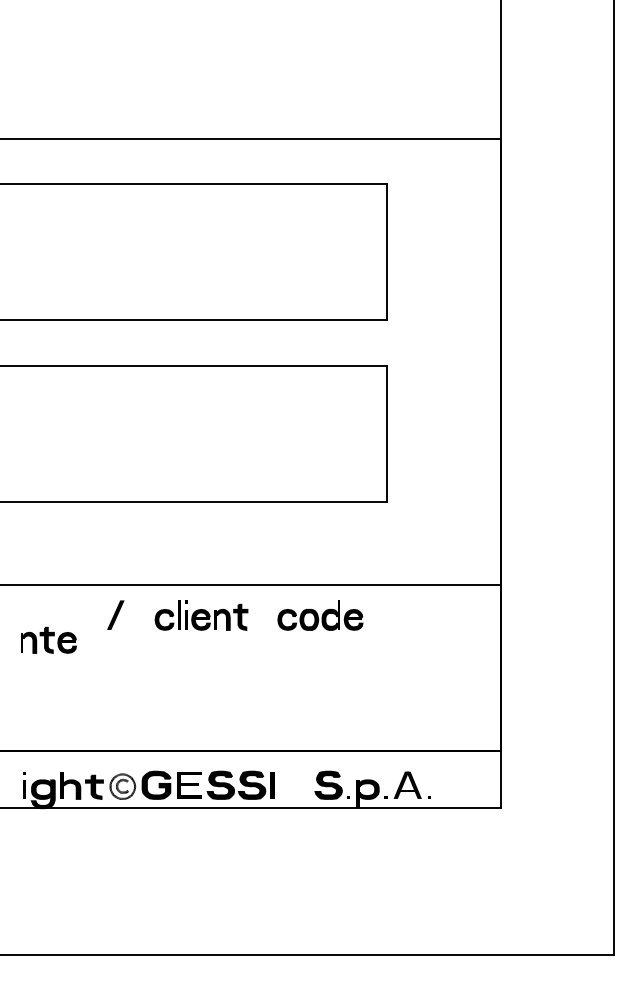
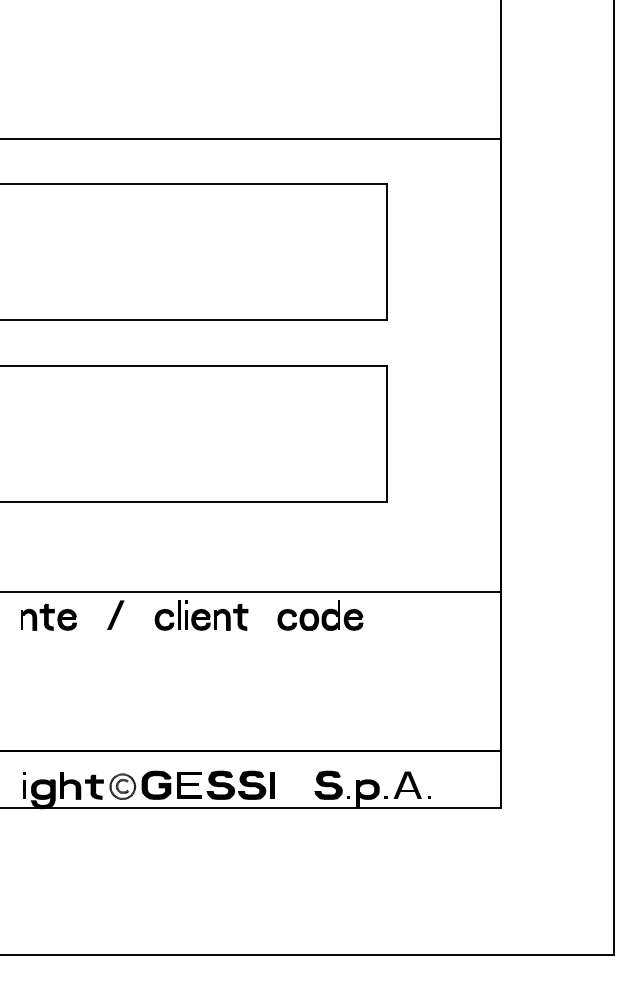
line at (251, 585) position: (251, 585) -> (251, 592)
part at (48, 639) position: (48, 639) -> (48, 616)
